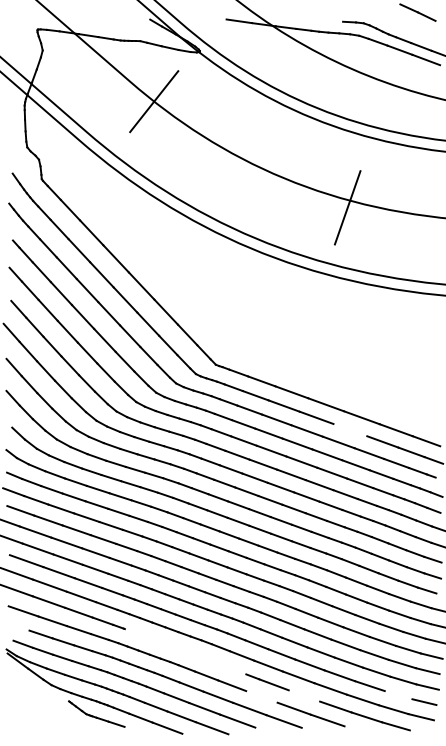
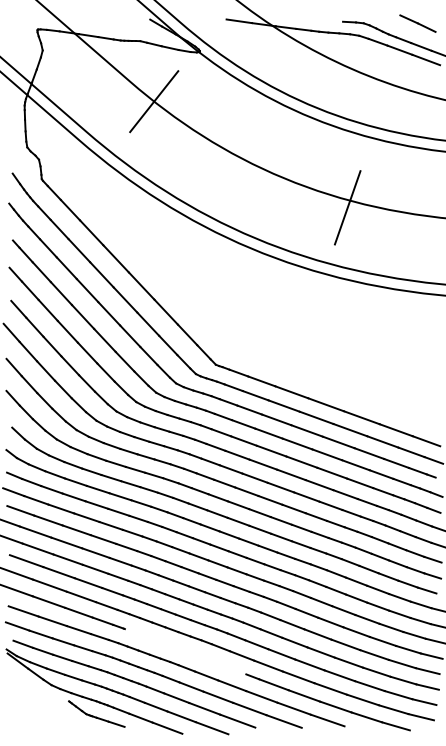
line at (417, 12) position: (417, 12) -> (417, 23)
line at (350, 430): none -> present
line at (17, 626): none -> present
line at (304, 695): none -> present
line at (398, 695): none -> present
line at (261, 696): none -> present
